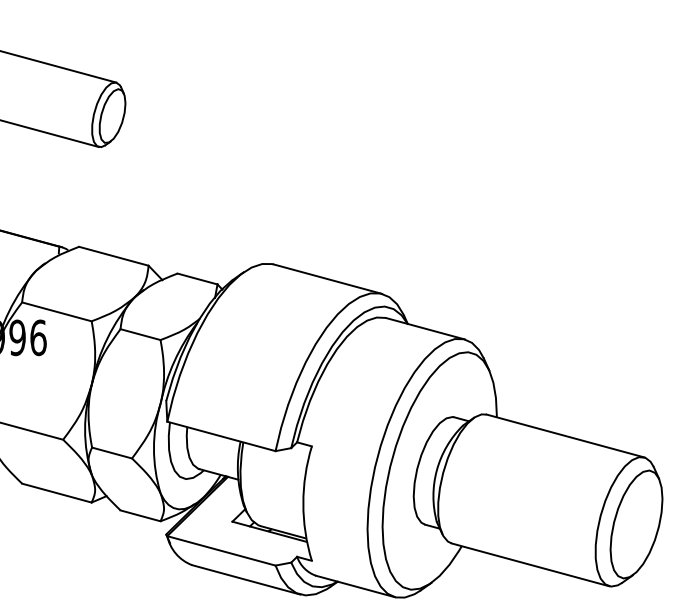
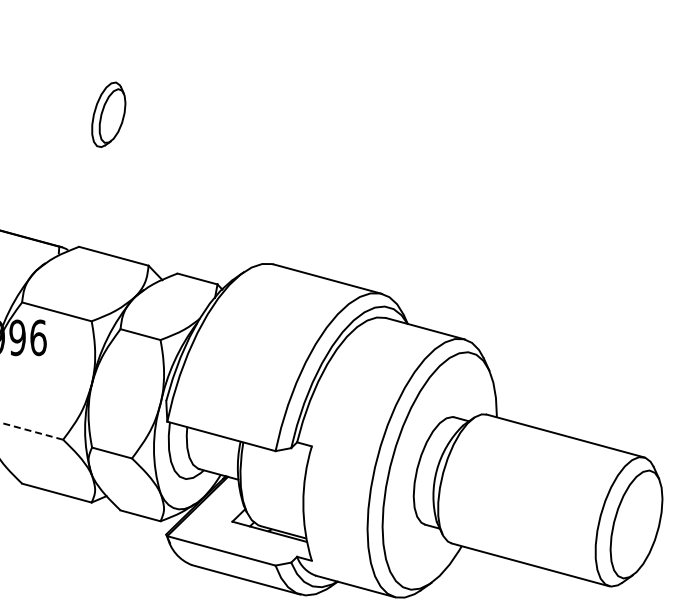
line at (59, 66): present -> none
line at (50, 133): present -> none
line at (31, 431): solid -> dashed
